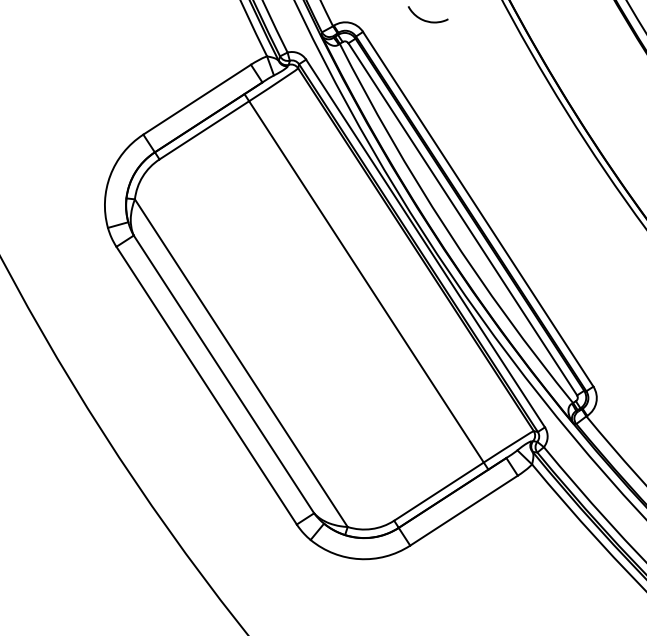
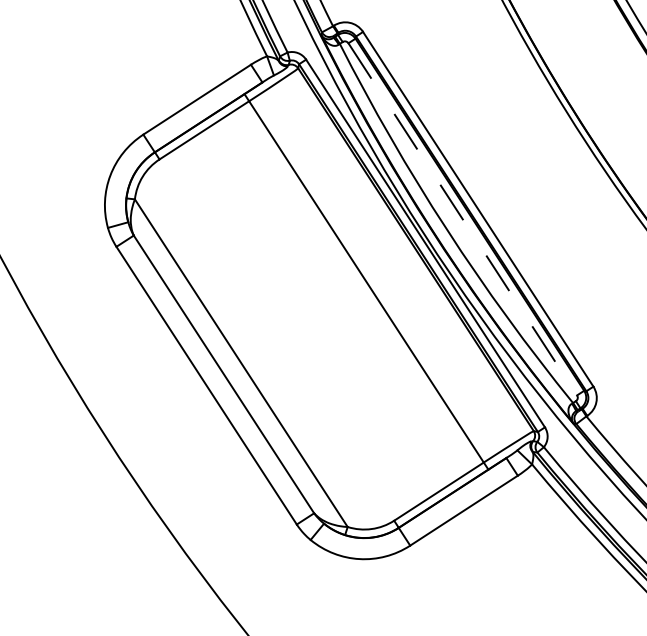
curve at (424, 19): present -> none
line at (462, 219): solid -> dashed
